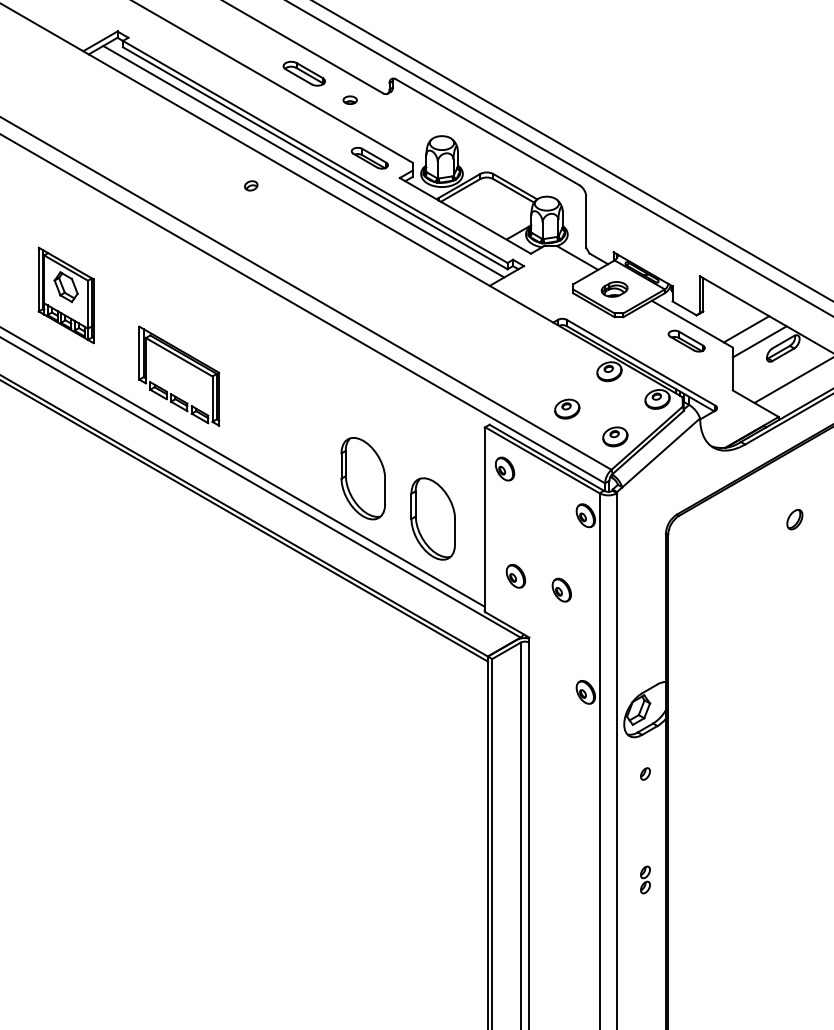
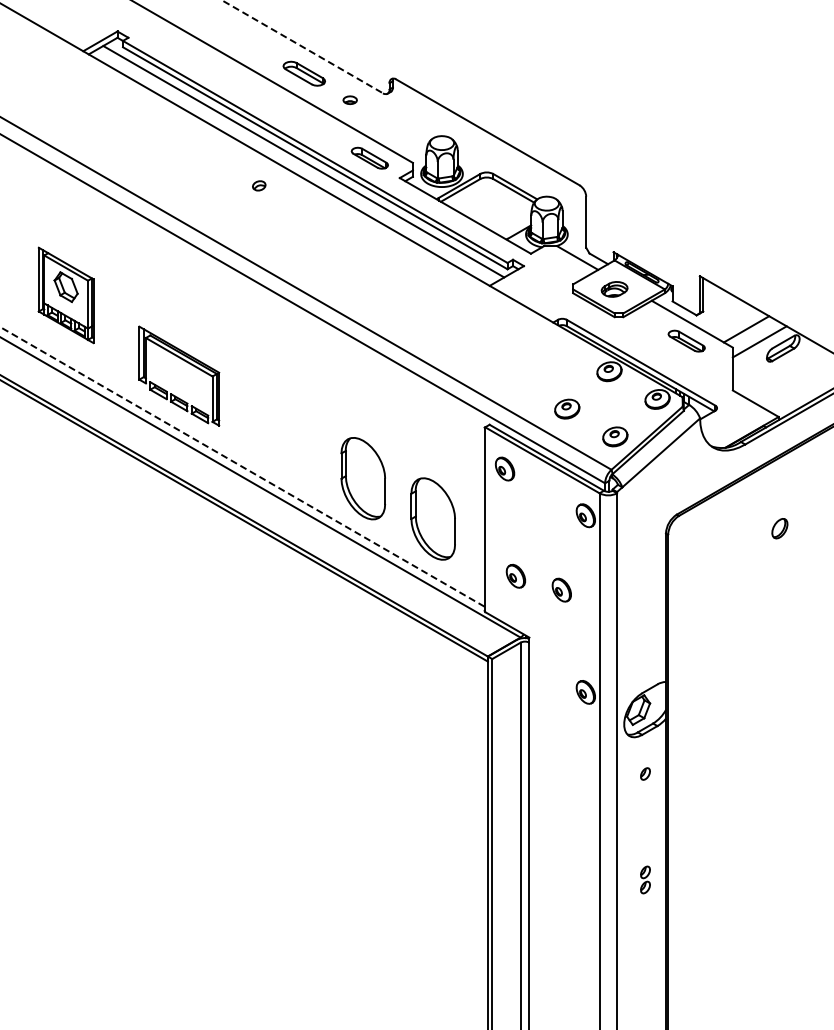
line at (302, 46): solid -> dashed
line at (572, 151): present -> none
line at (559, 158): present -> none
part at (251, 185) position: (251, 185) -> (259, 185)
line at (792, 380): present -> none
line at (242, 466): solid -> dashed
part at (794, 519) position: (794, 519) -> (779, 528)
